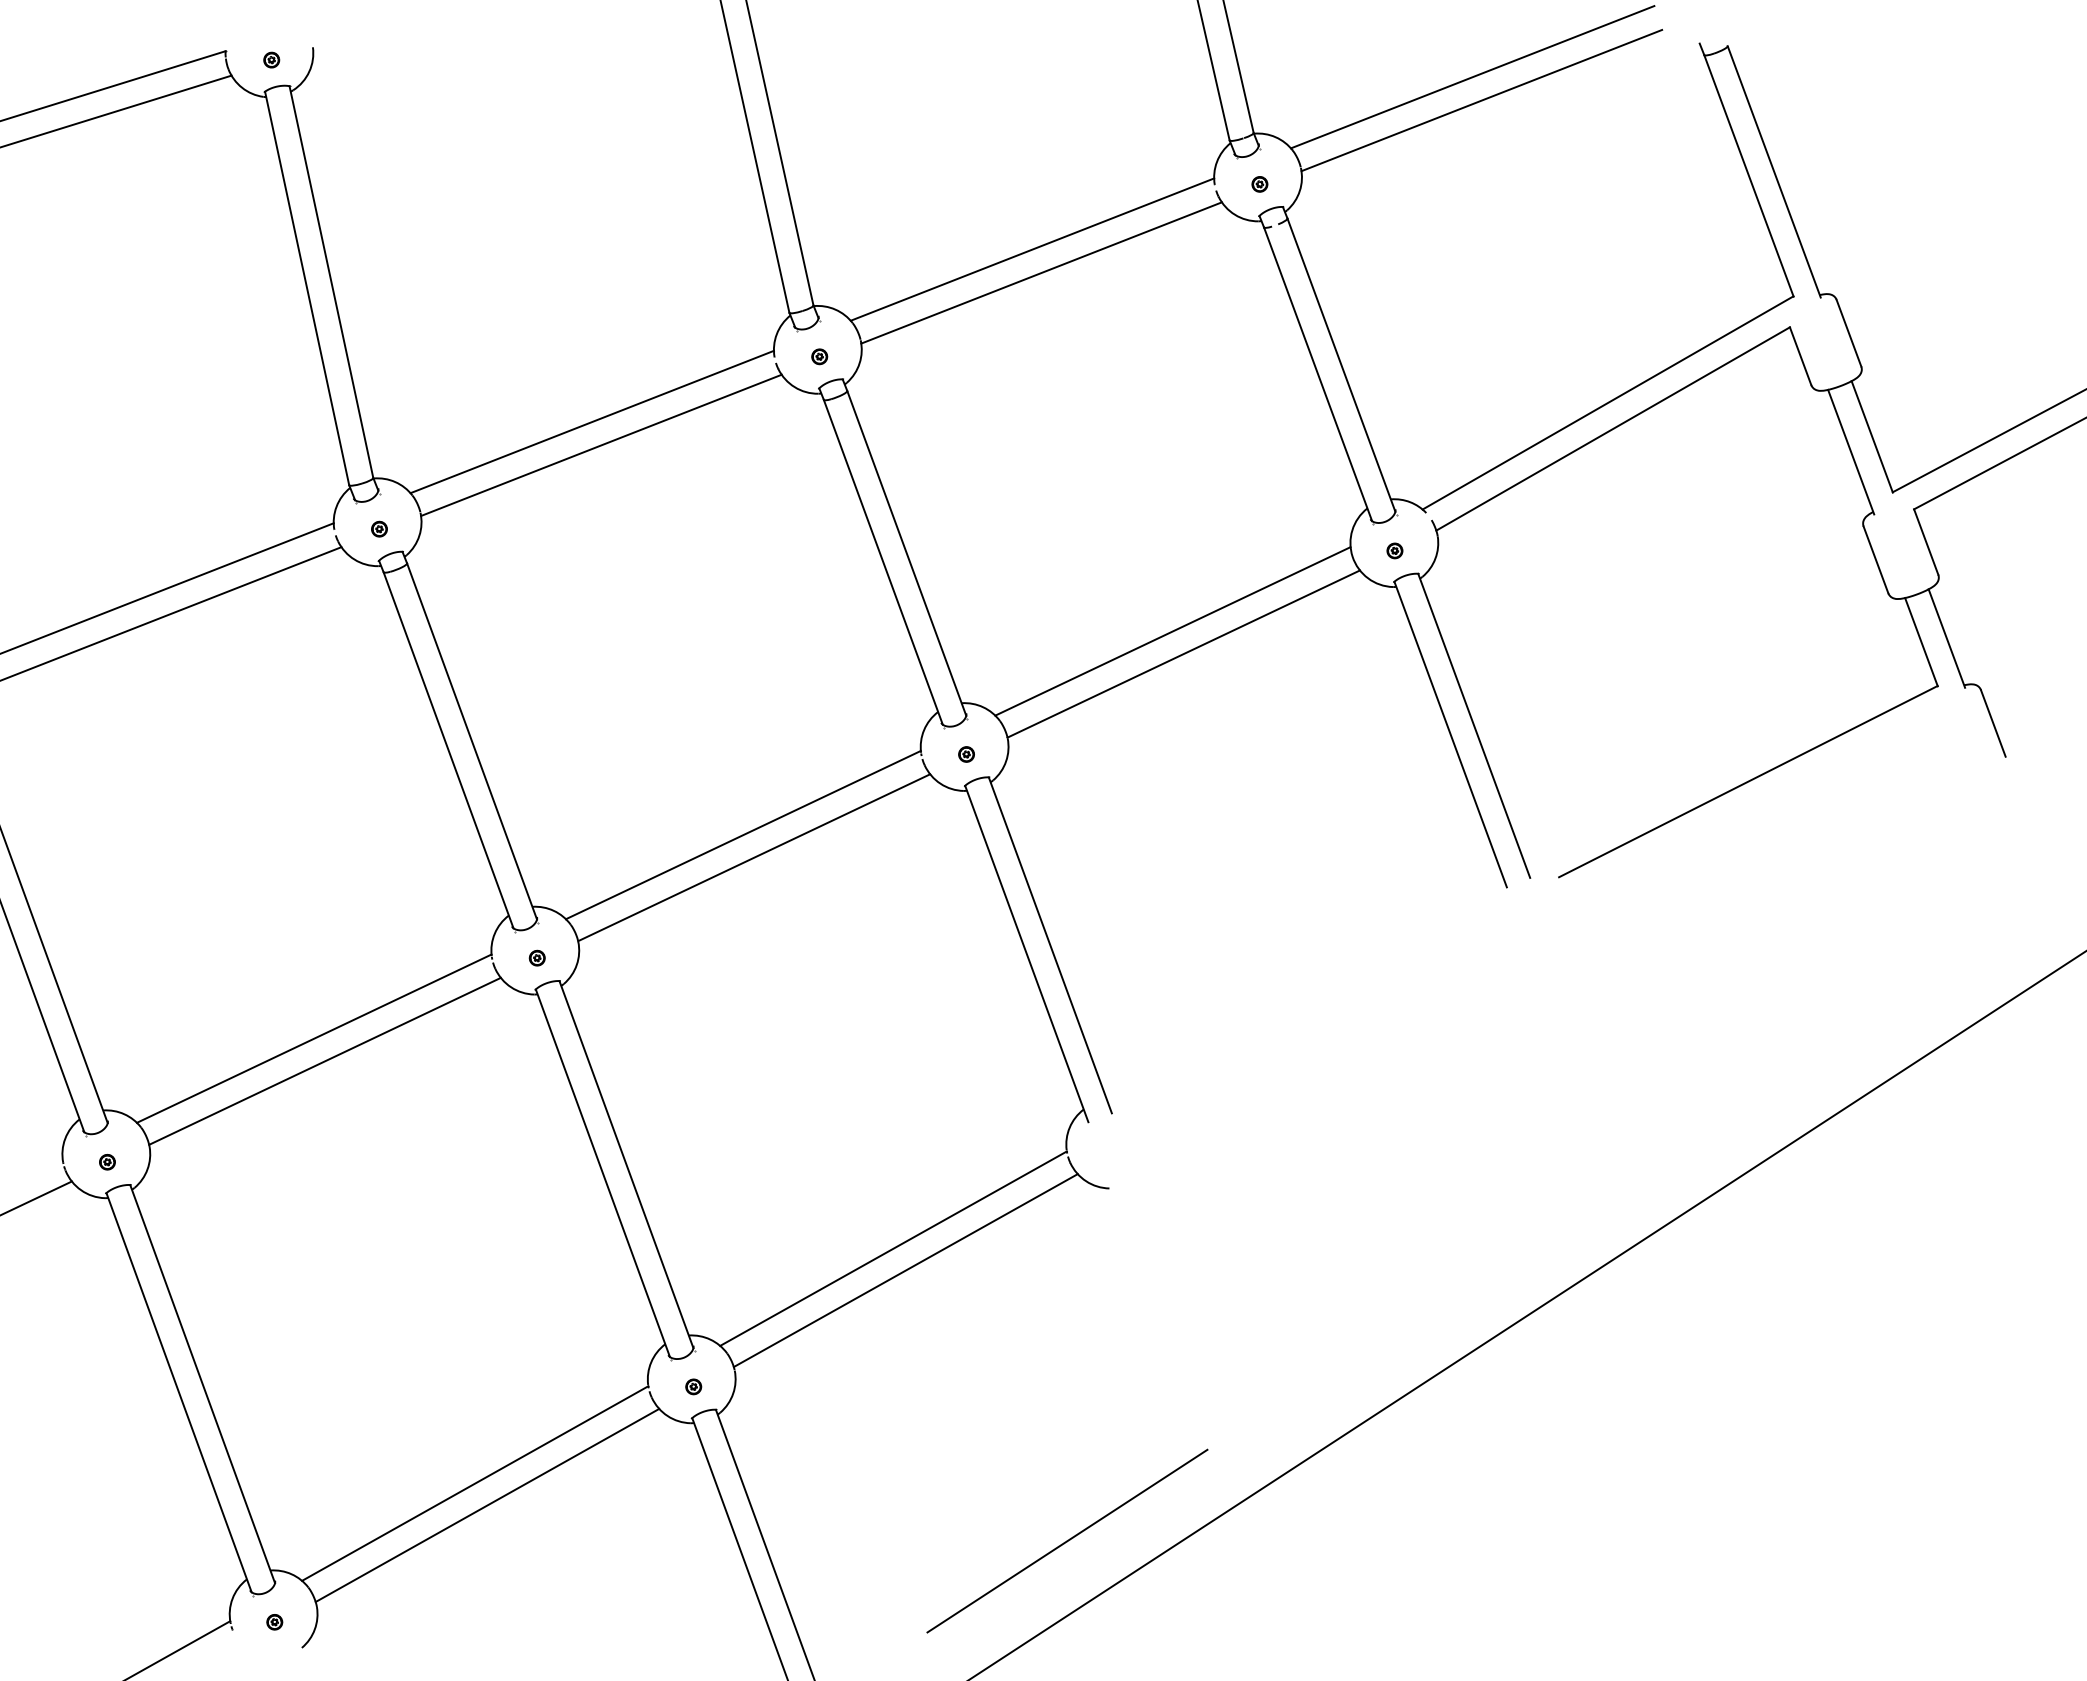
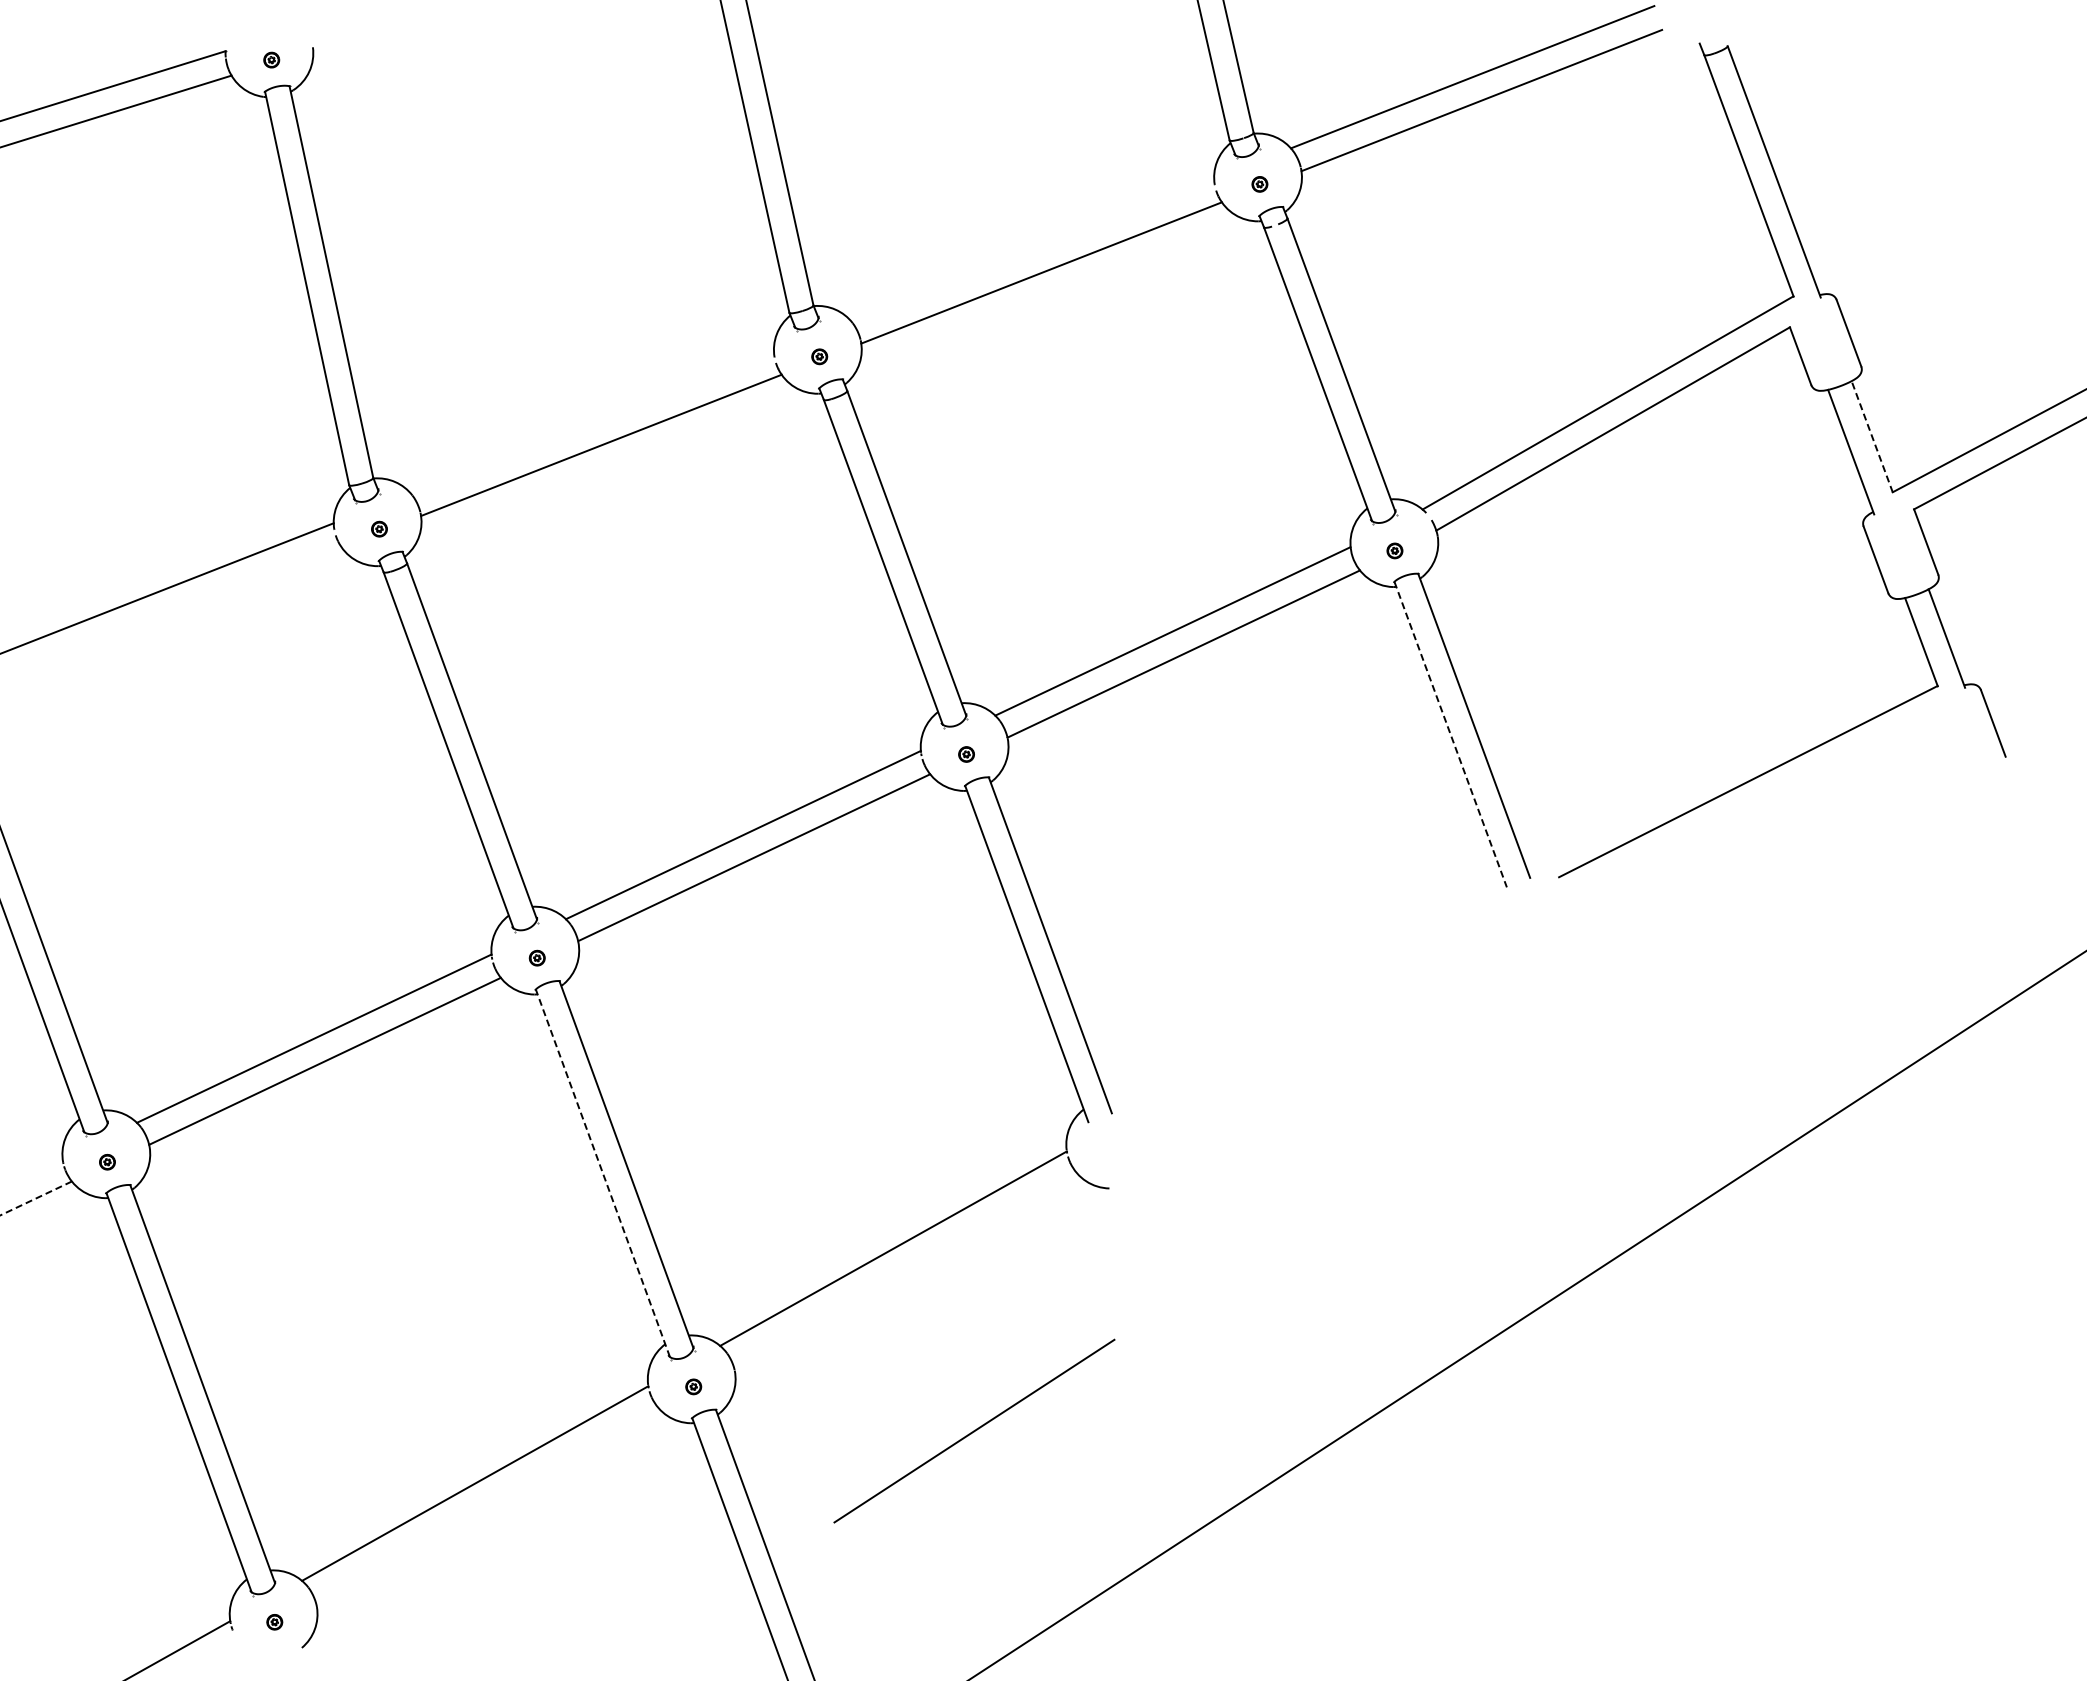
line at (1032, 249): present -> none
line at (591, 421): present -> none
line at (1872, 436): solid -> dashed
line at (171, 613): present -> none
line at (1450, 734): solid -> dashed
line at (602, 1173): solid -> dashed
line at (35, 1198): solid -> dashed
line at (905, 1270): present -> none
line at (487, 1505): present -> none
line at (1067, 1540) position: (1067, 1540) -> (974, 1430)
